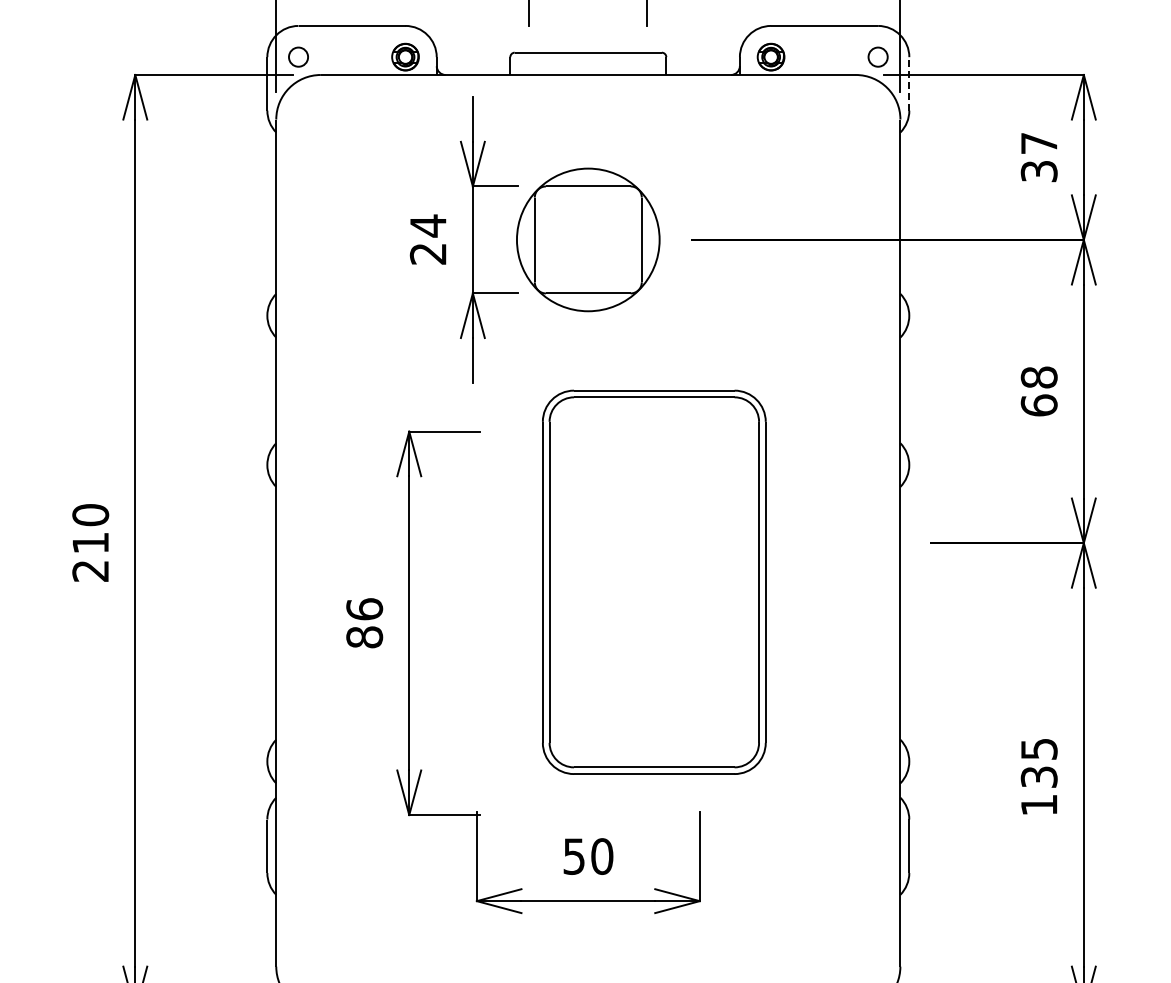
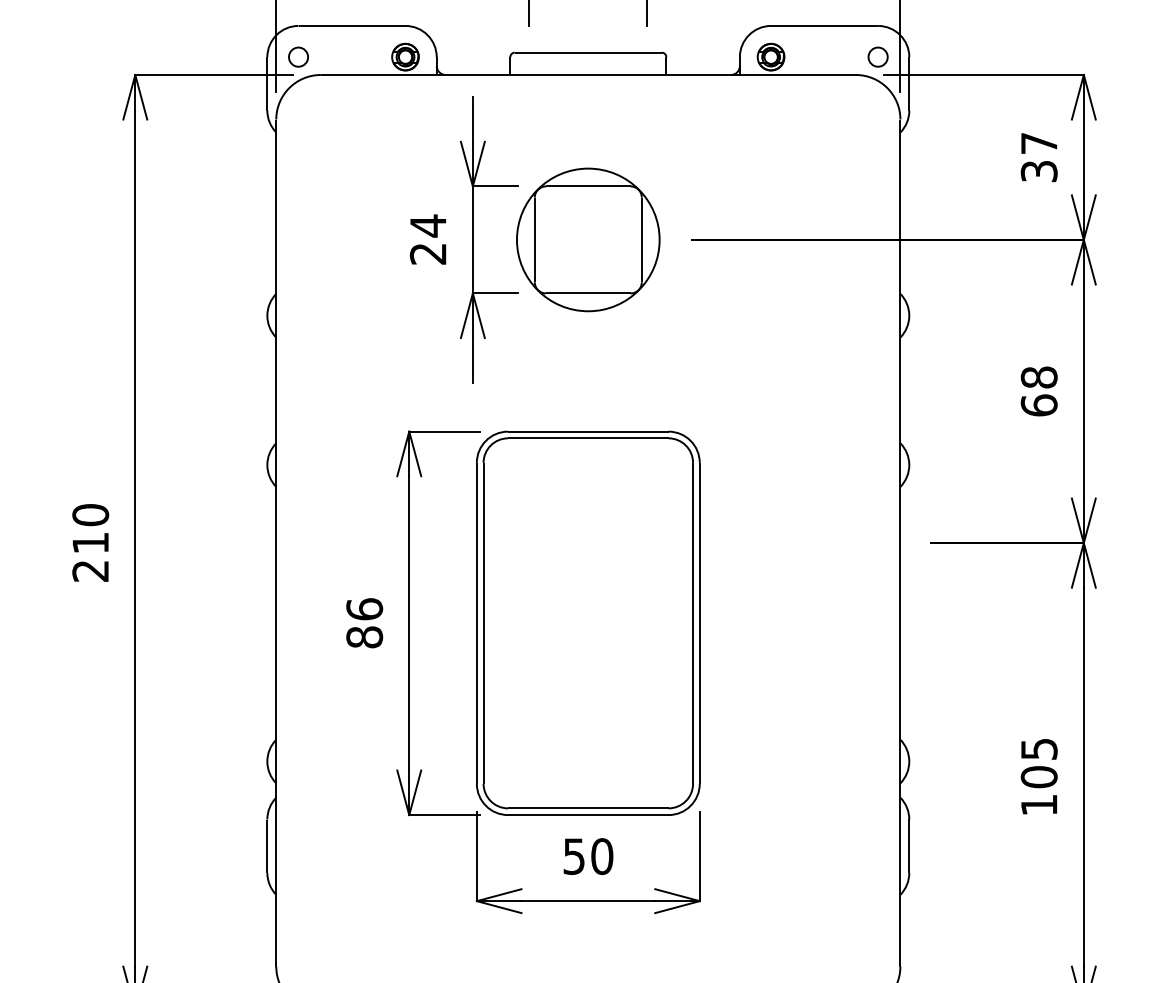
line at (909, 83): dashed -> solid
part at (654, 581) position: (654, 581) -> (588, 622)
text at (1038, 777): 135 -> 105
